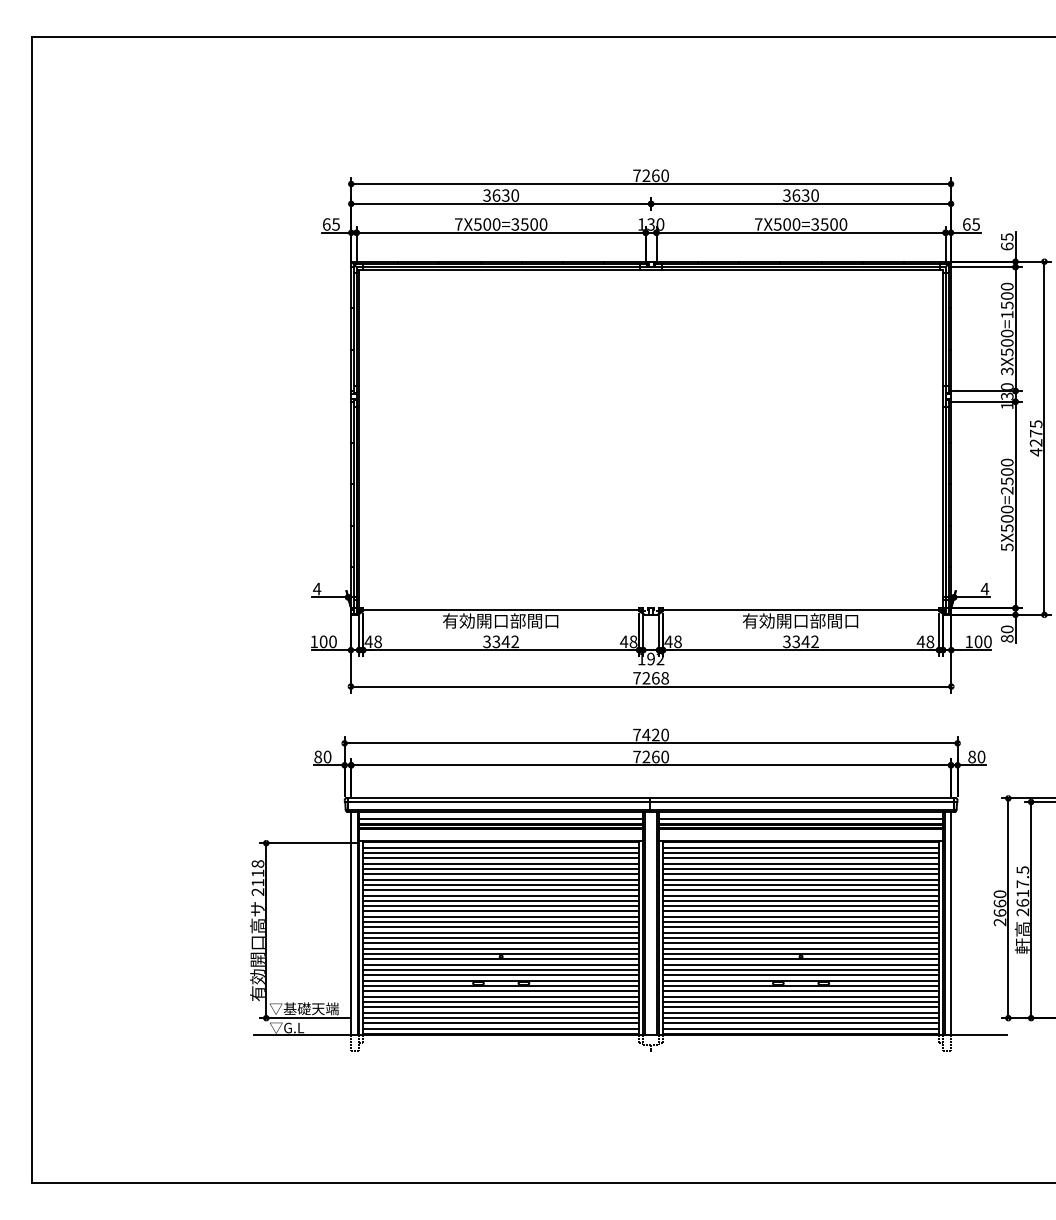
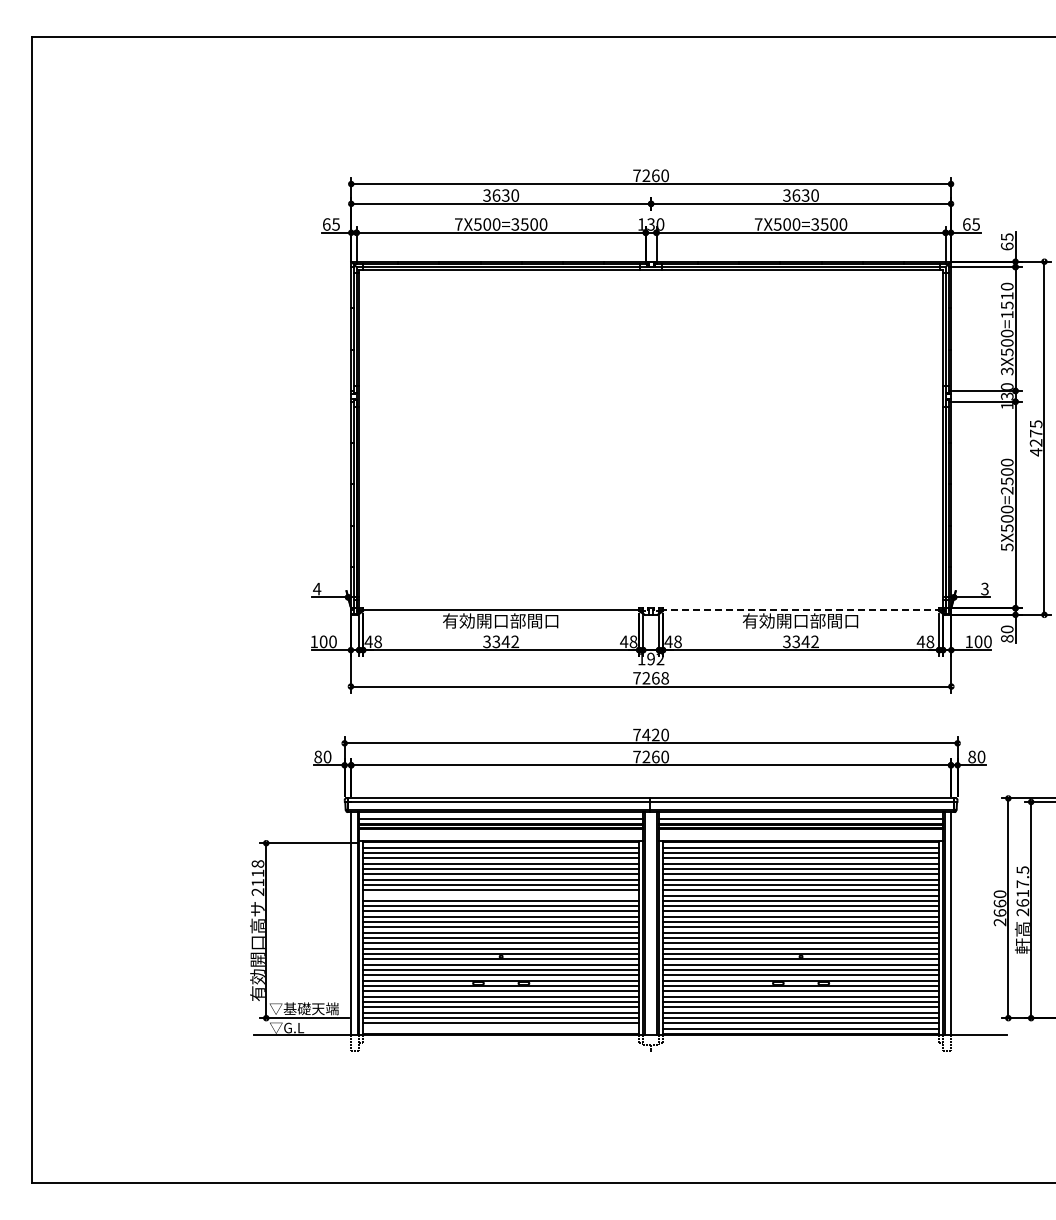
text at (1007, 295): 3X500=1500 -> 3X500=1510
text at (984, 588): 4 -> 3
line at (801, 609): solid -> dashed
line at (501, 895): present -> none
line at (501, 1028): present -> none
